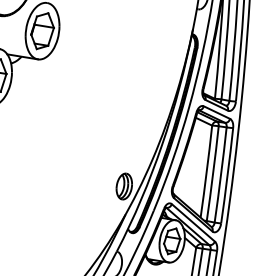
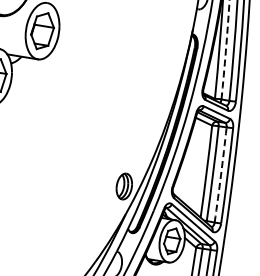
arc at (225, 50): solid -> dashed
arc at (221, 175): solid -> dashed
